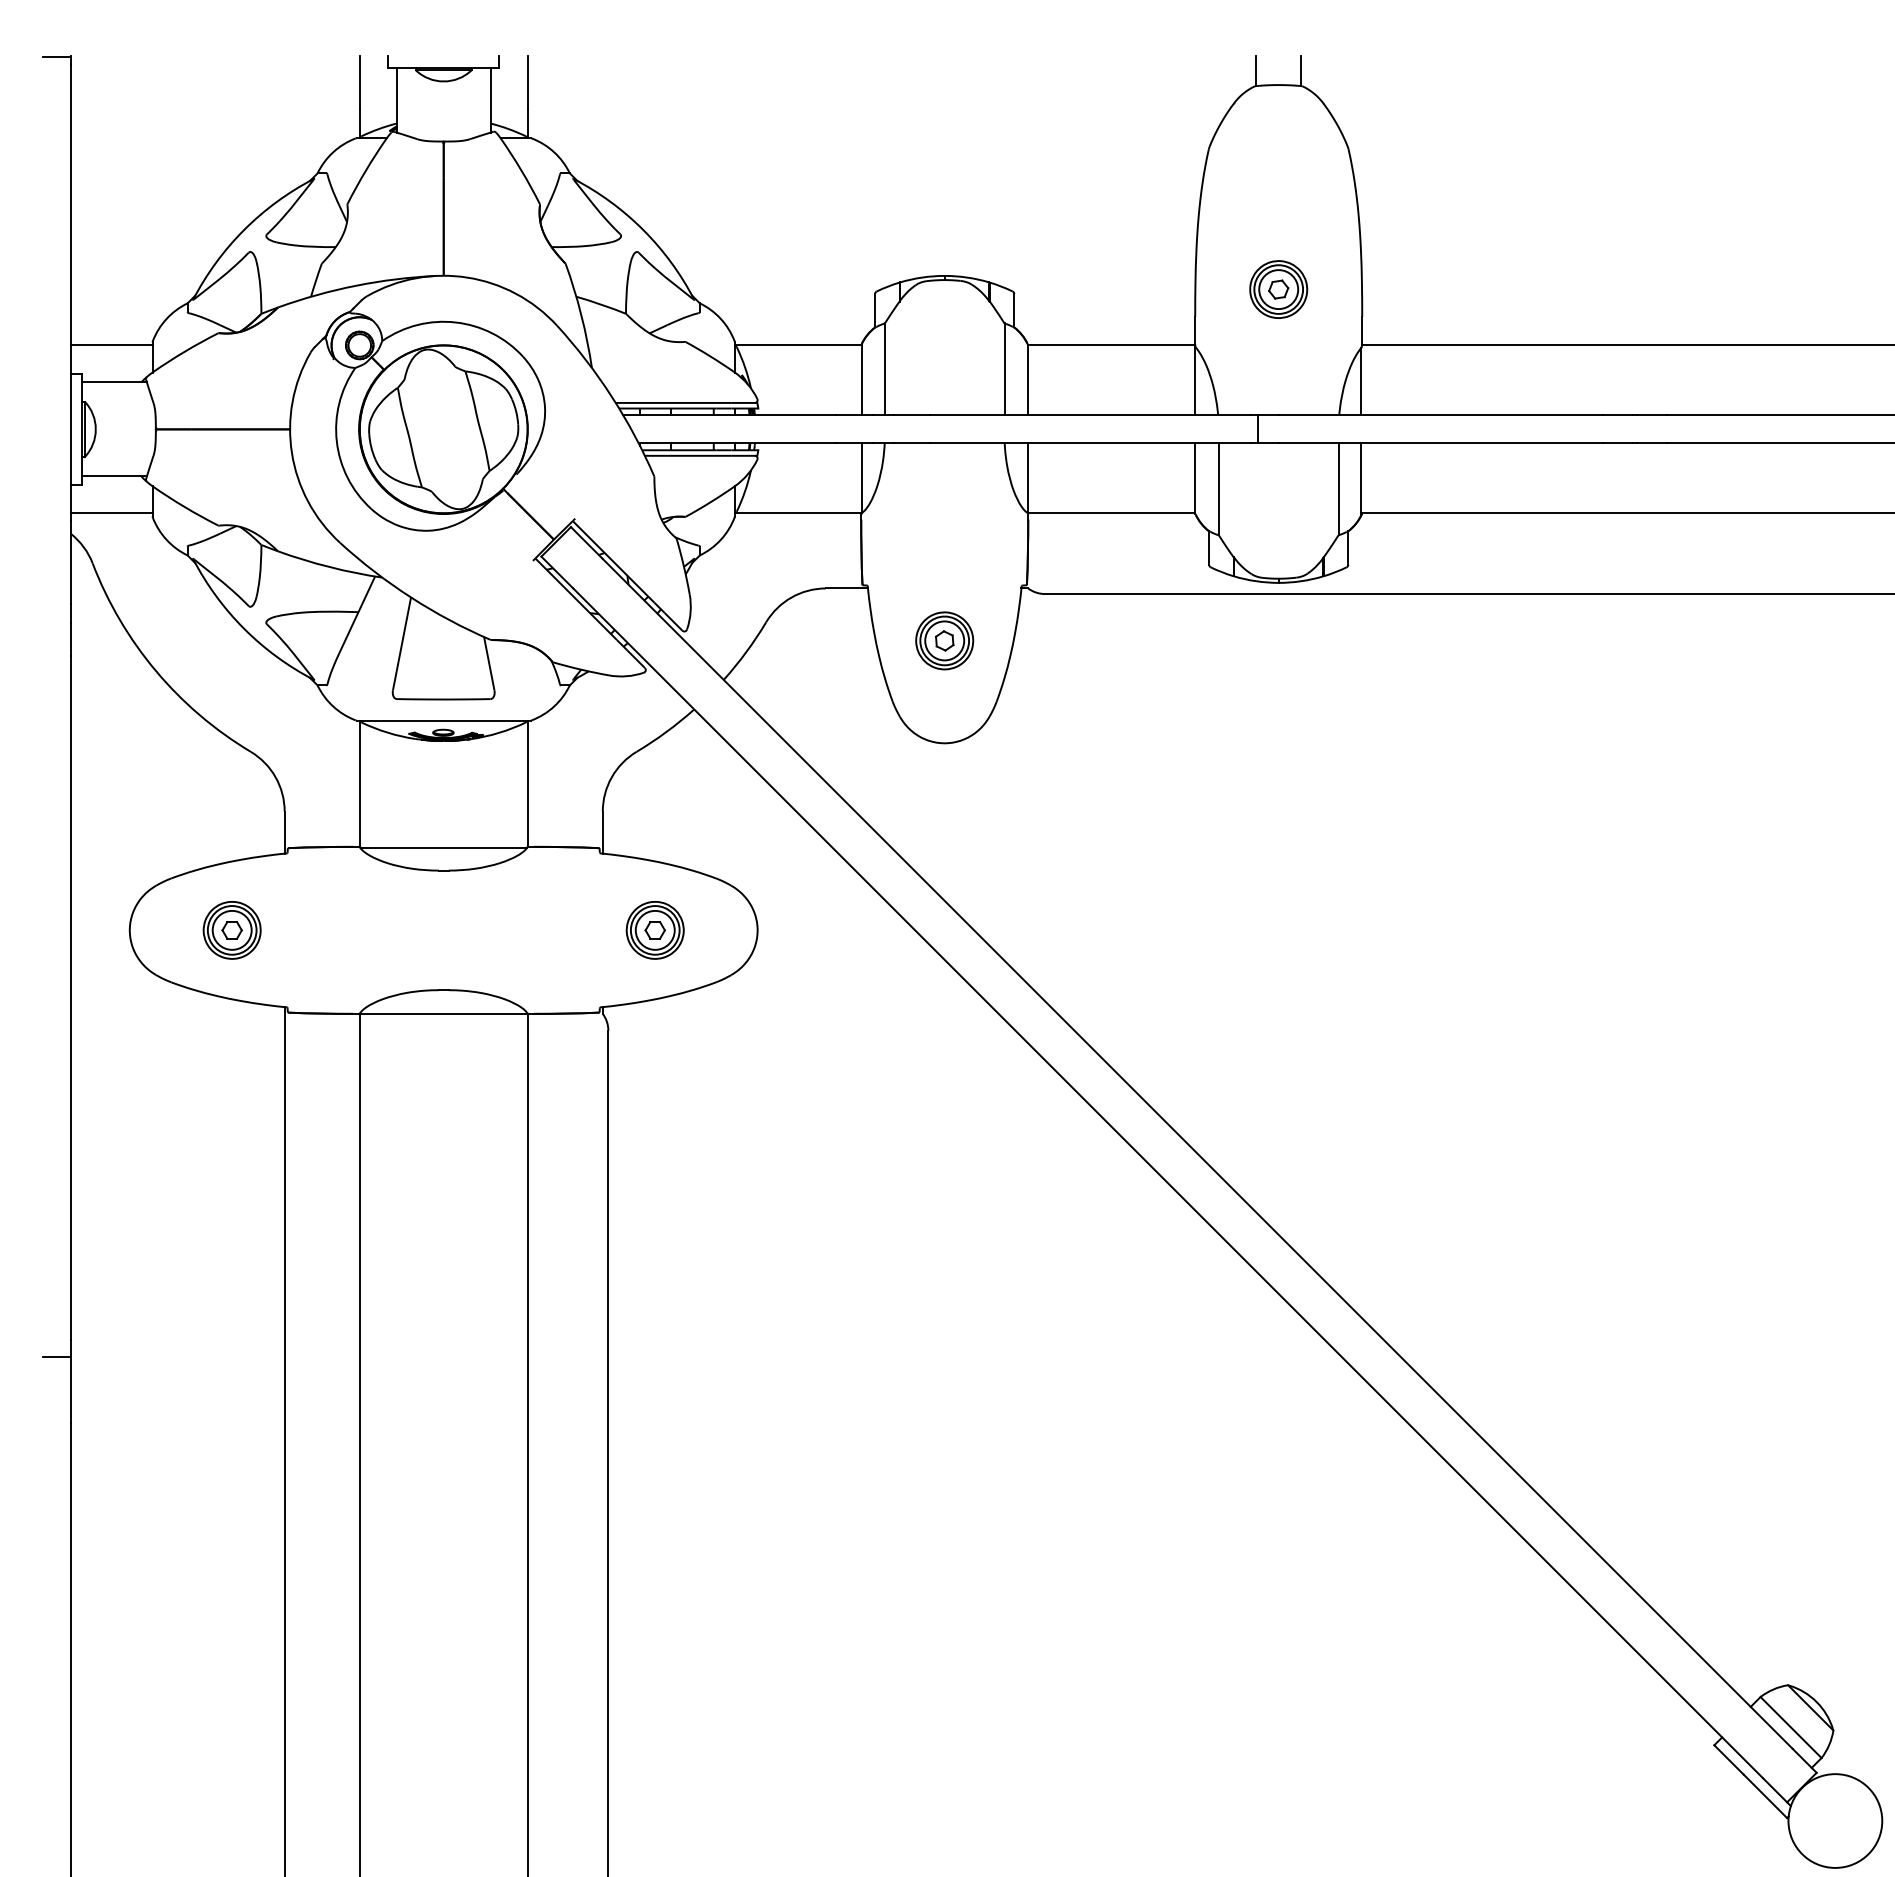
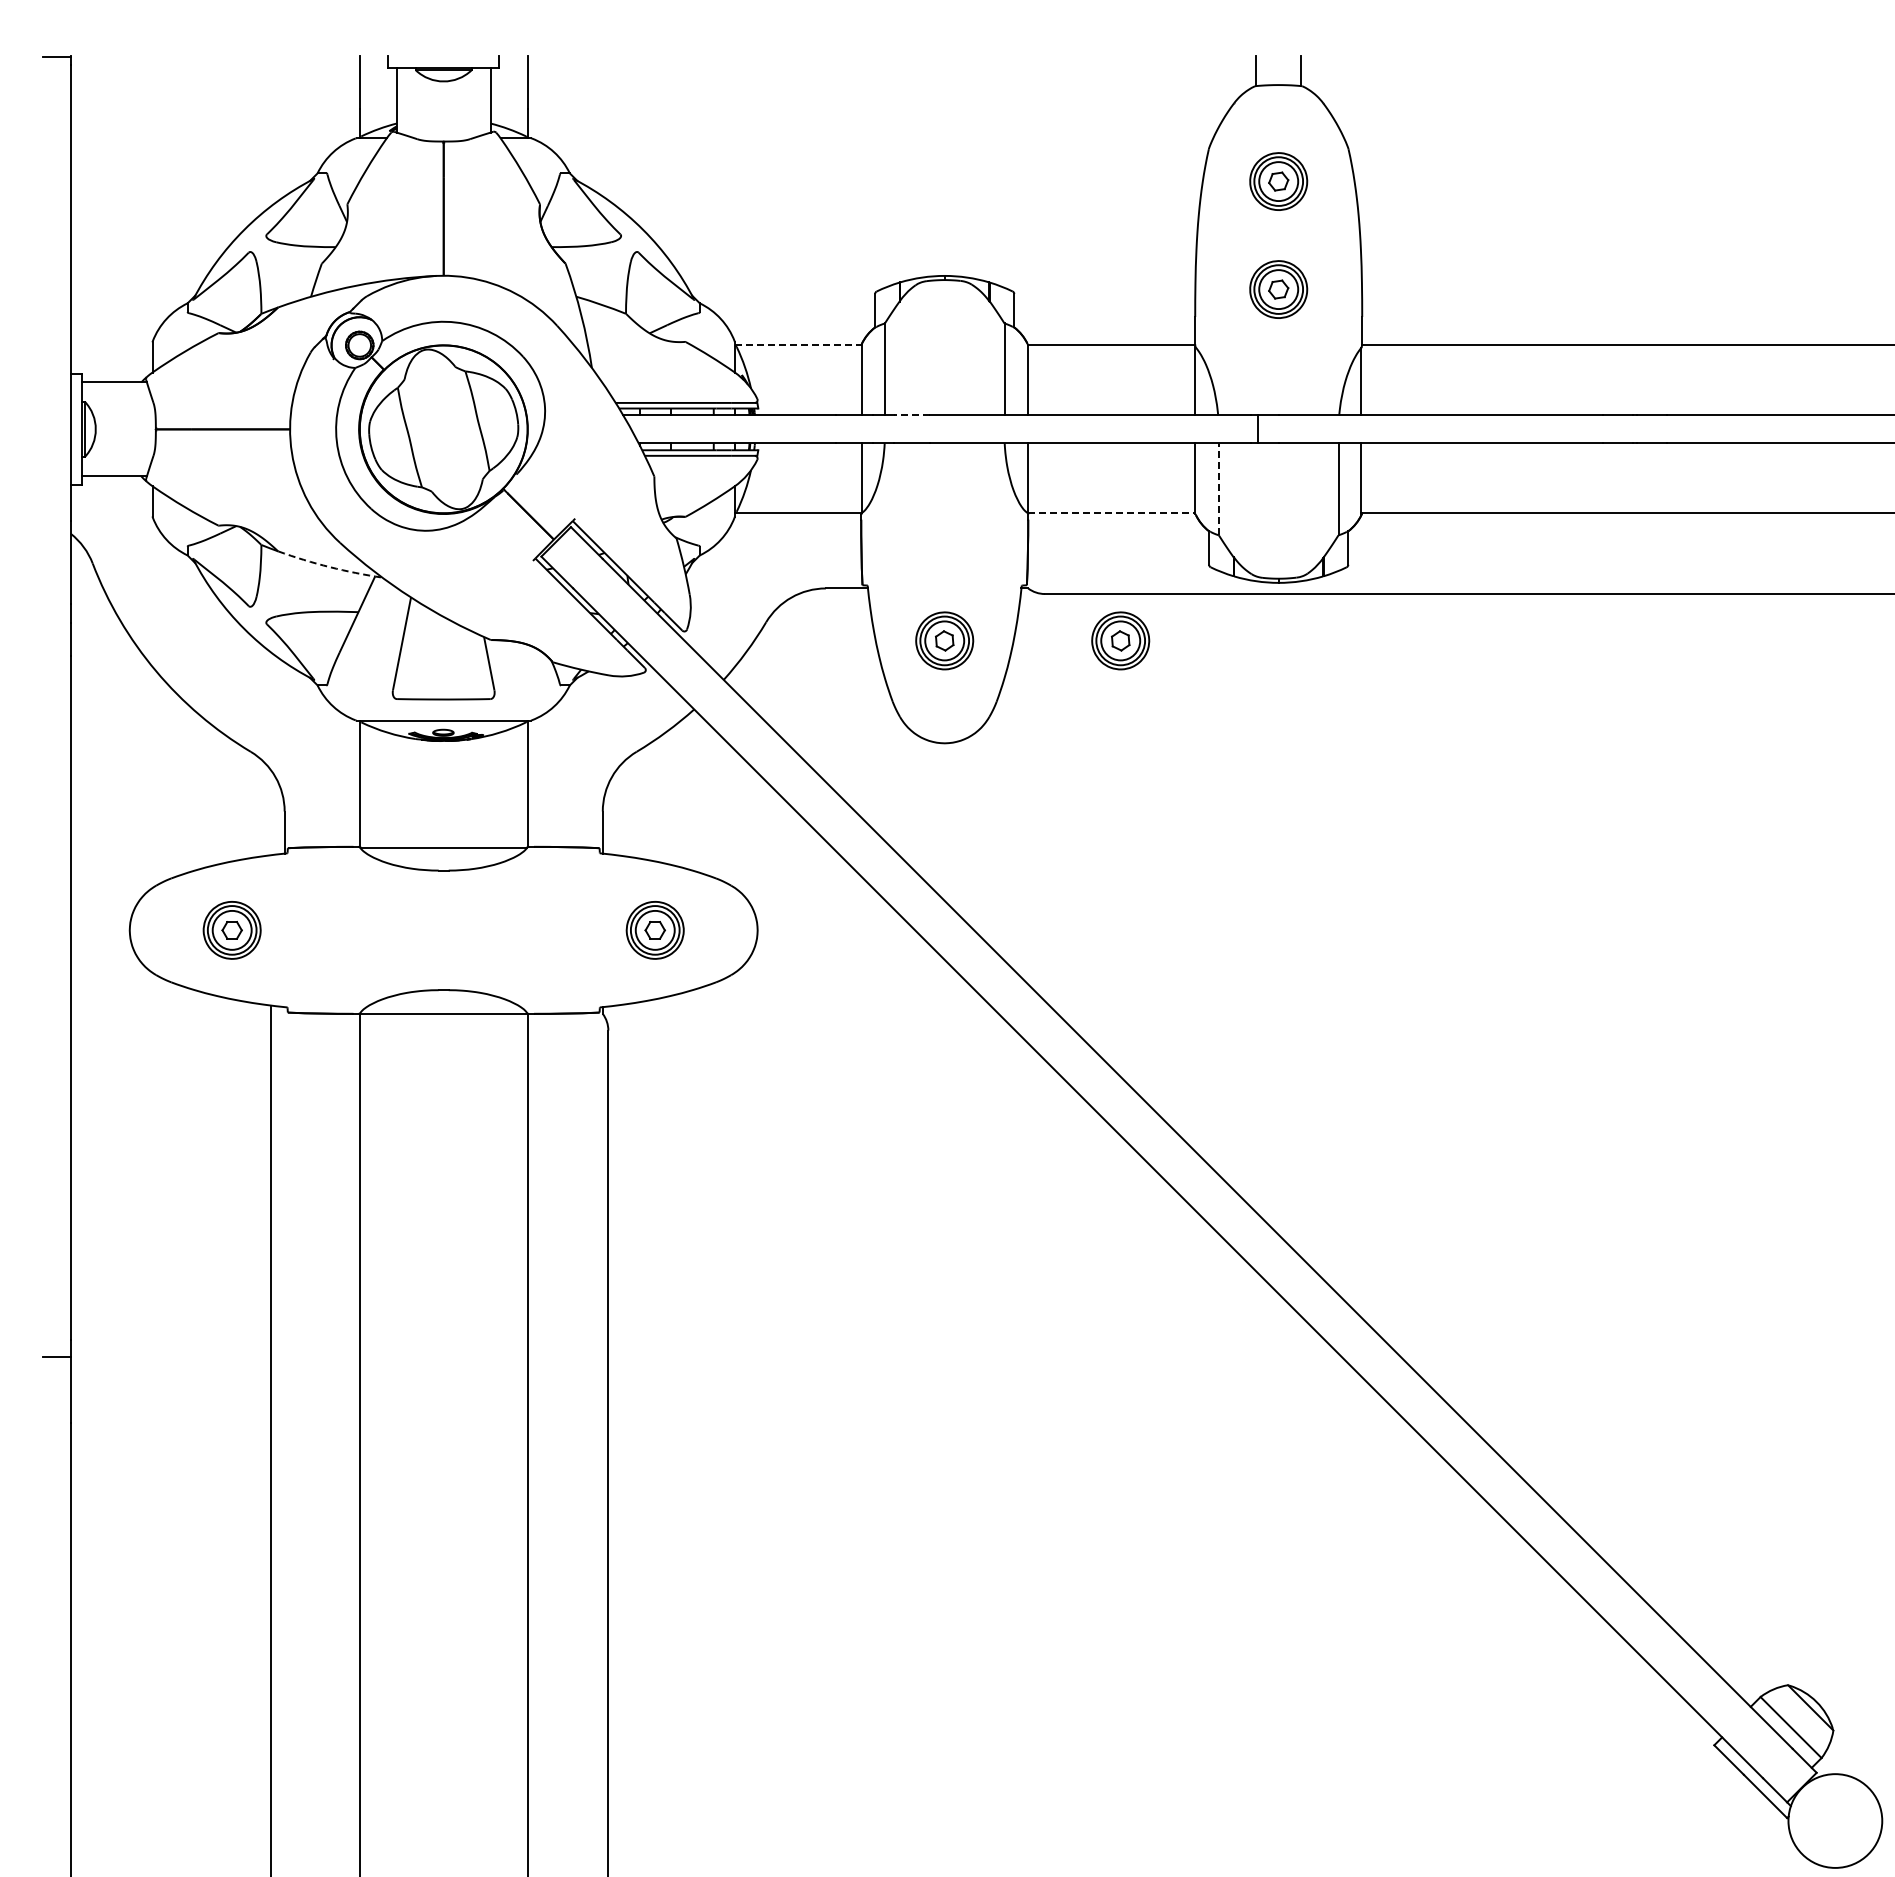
part at (1278, 181): none -> present
line at (111, 345): present -> none
line at (798, 345): solid -> dashed
line at (911, 415): solid -> dashed
line at (1218, 488): solid -> dashed
line at (111, 513): present -> none
line at (1111, 513): solid -> dashed
arc at (329, 567): solid -> dashed
part at (1120, 640): none -> present
line at (284, 1440) position: (284, 1440) -> (270, 1440)
